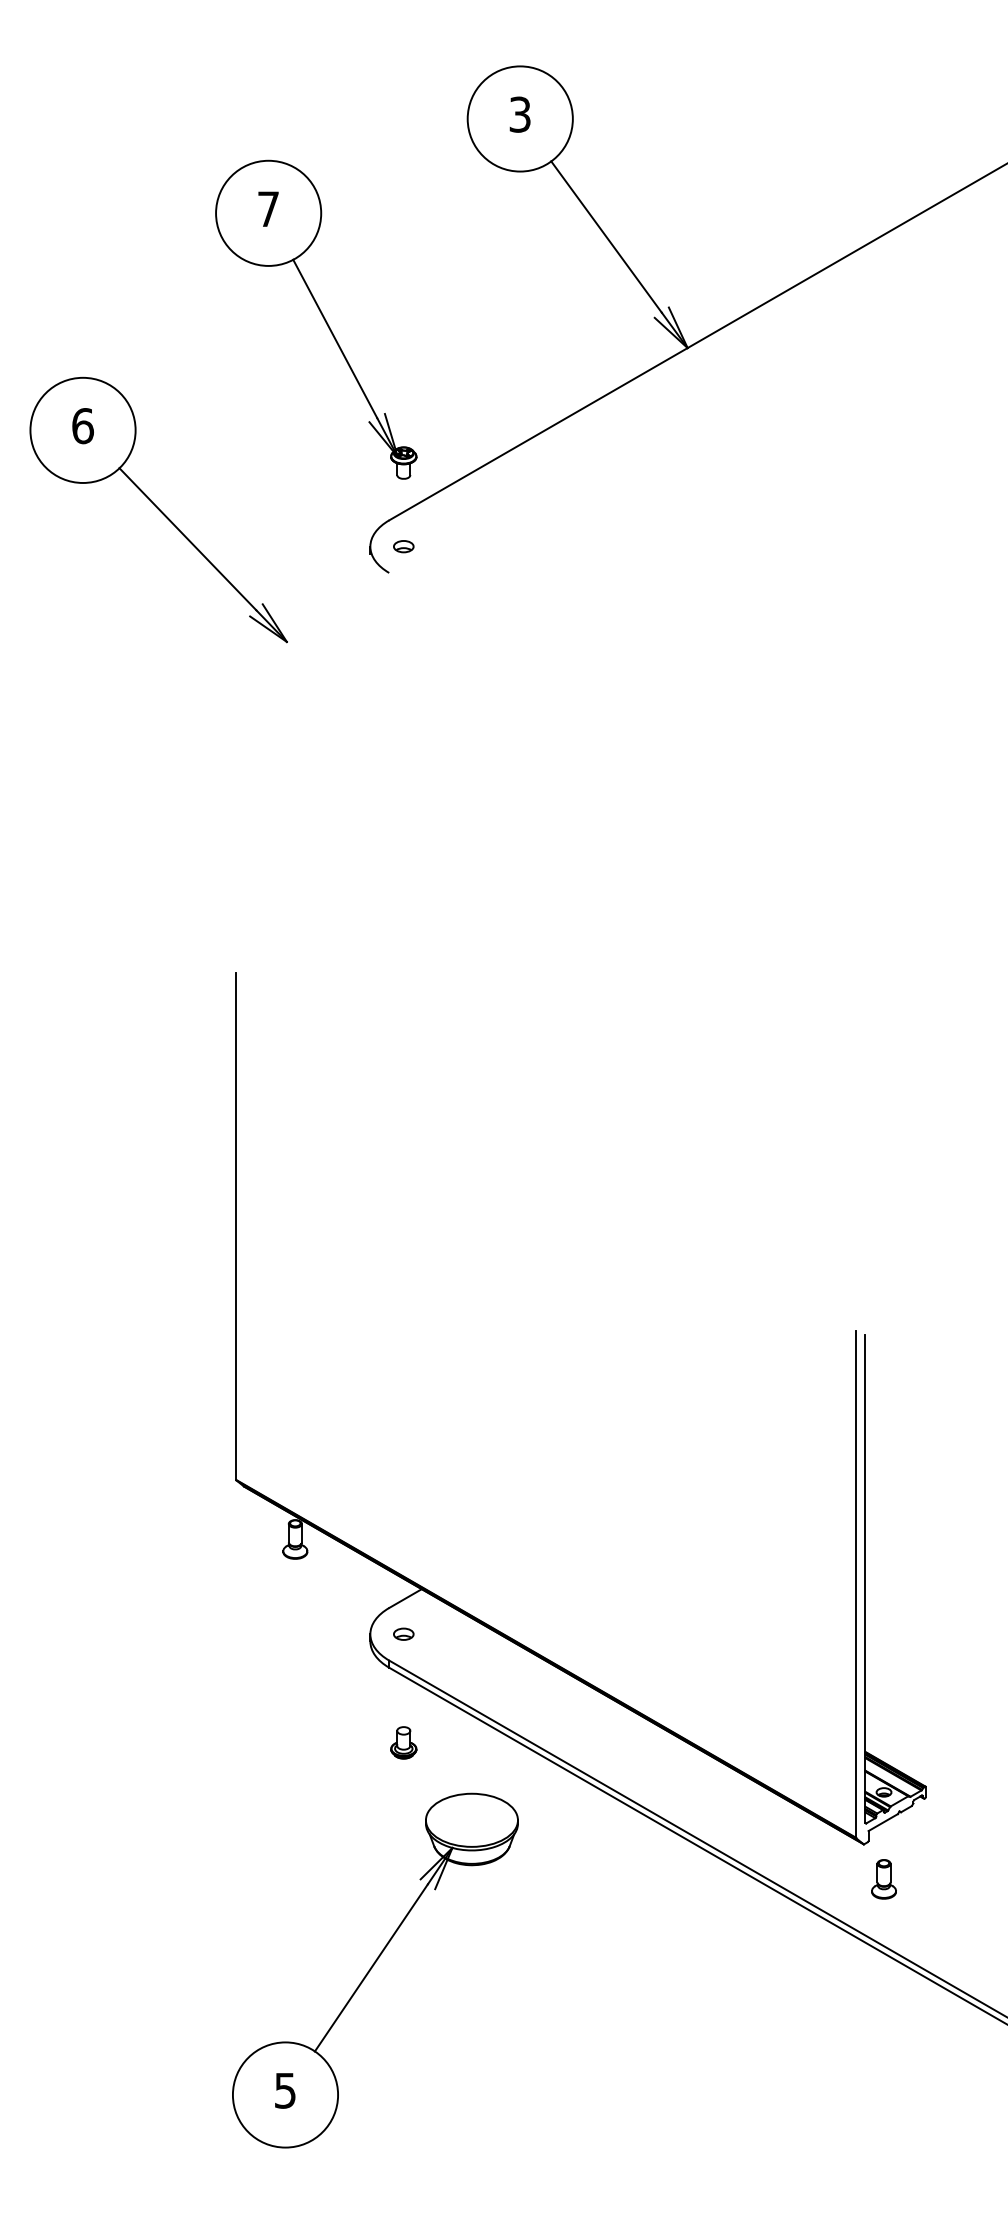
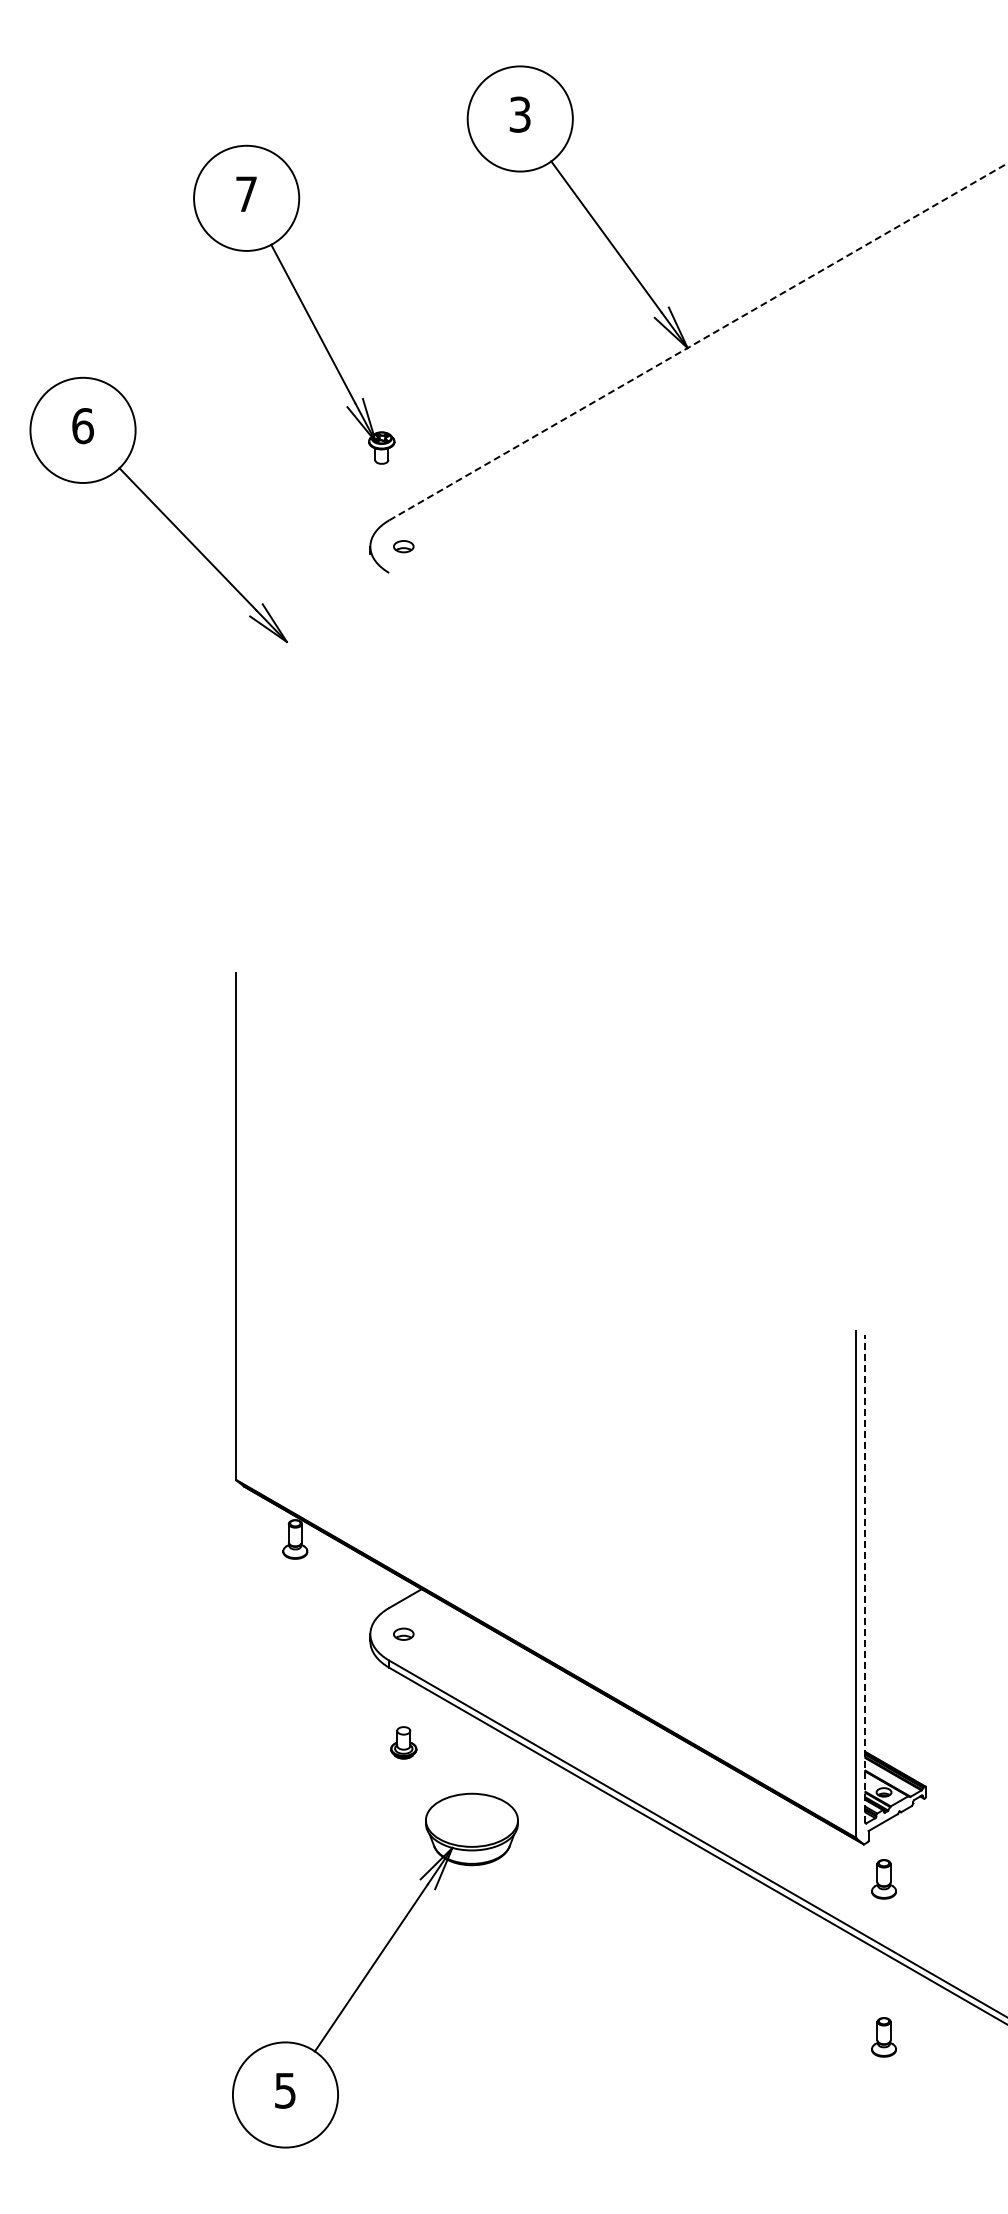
part at (322, 317) position: (322, 317) -> (300, 302)
line at (698, 341): solid -> dashed
line at (865, 1578): solid -> dashed
part at (883, 2037): none -> present
